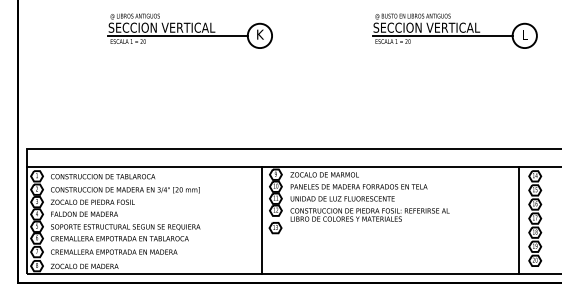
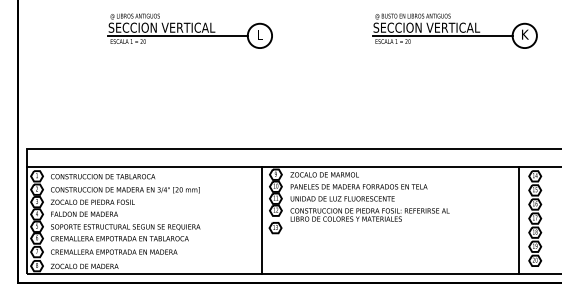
text at (260, 34): K -> L
text at (525, 34): L -> K
